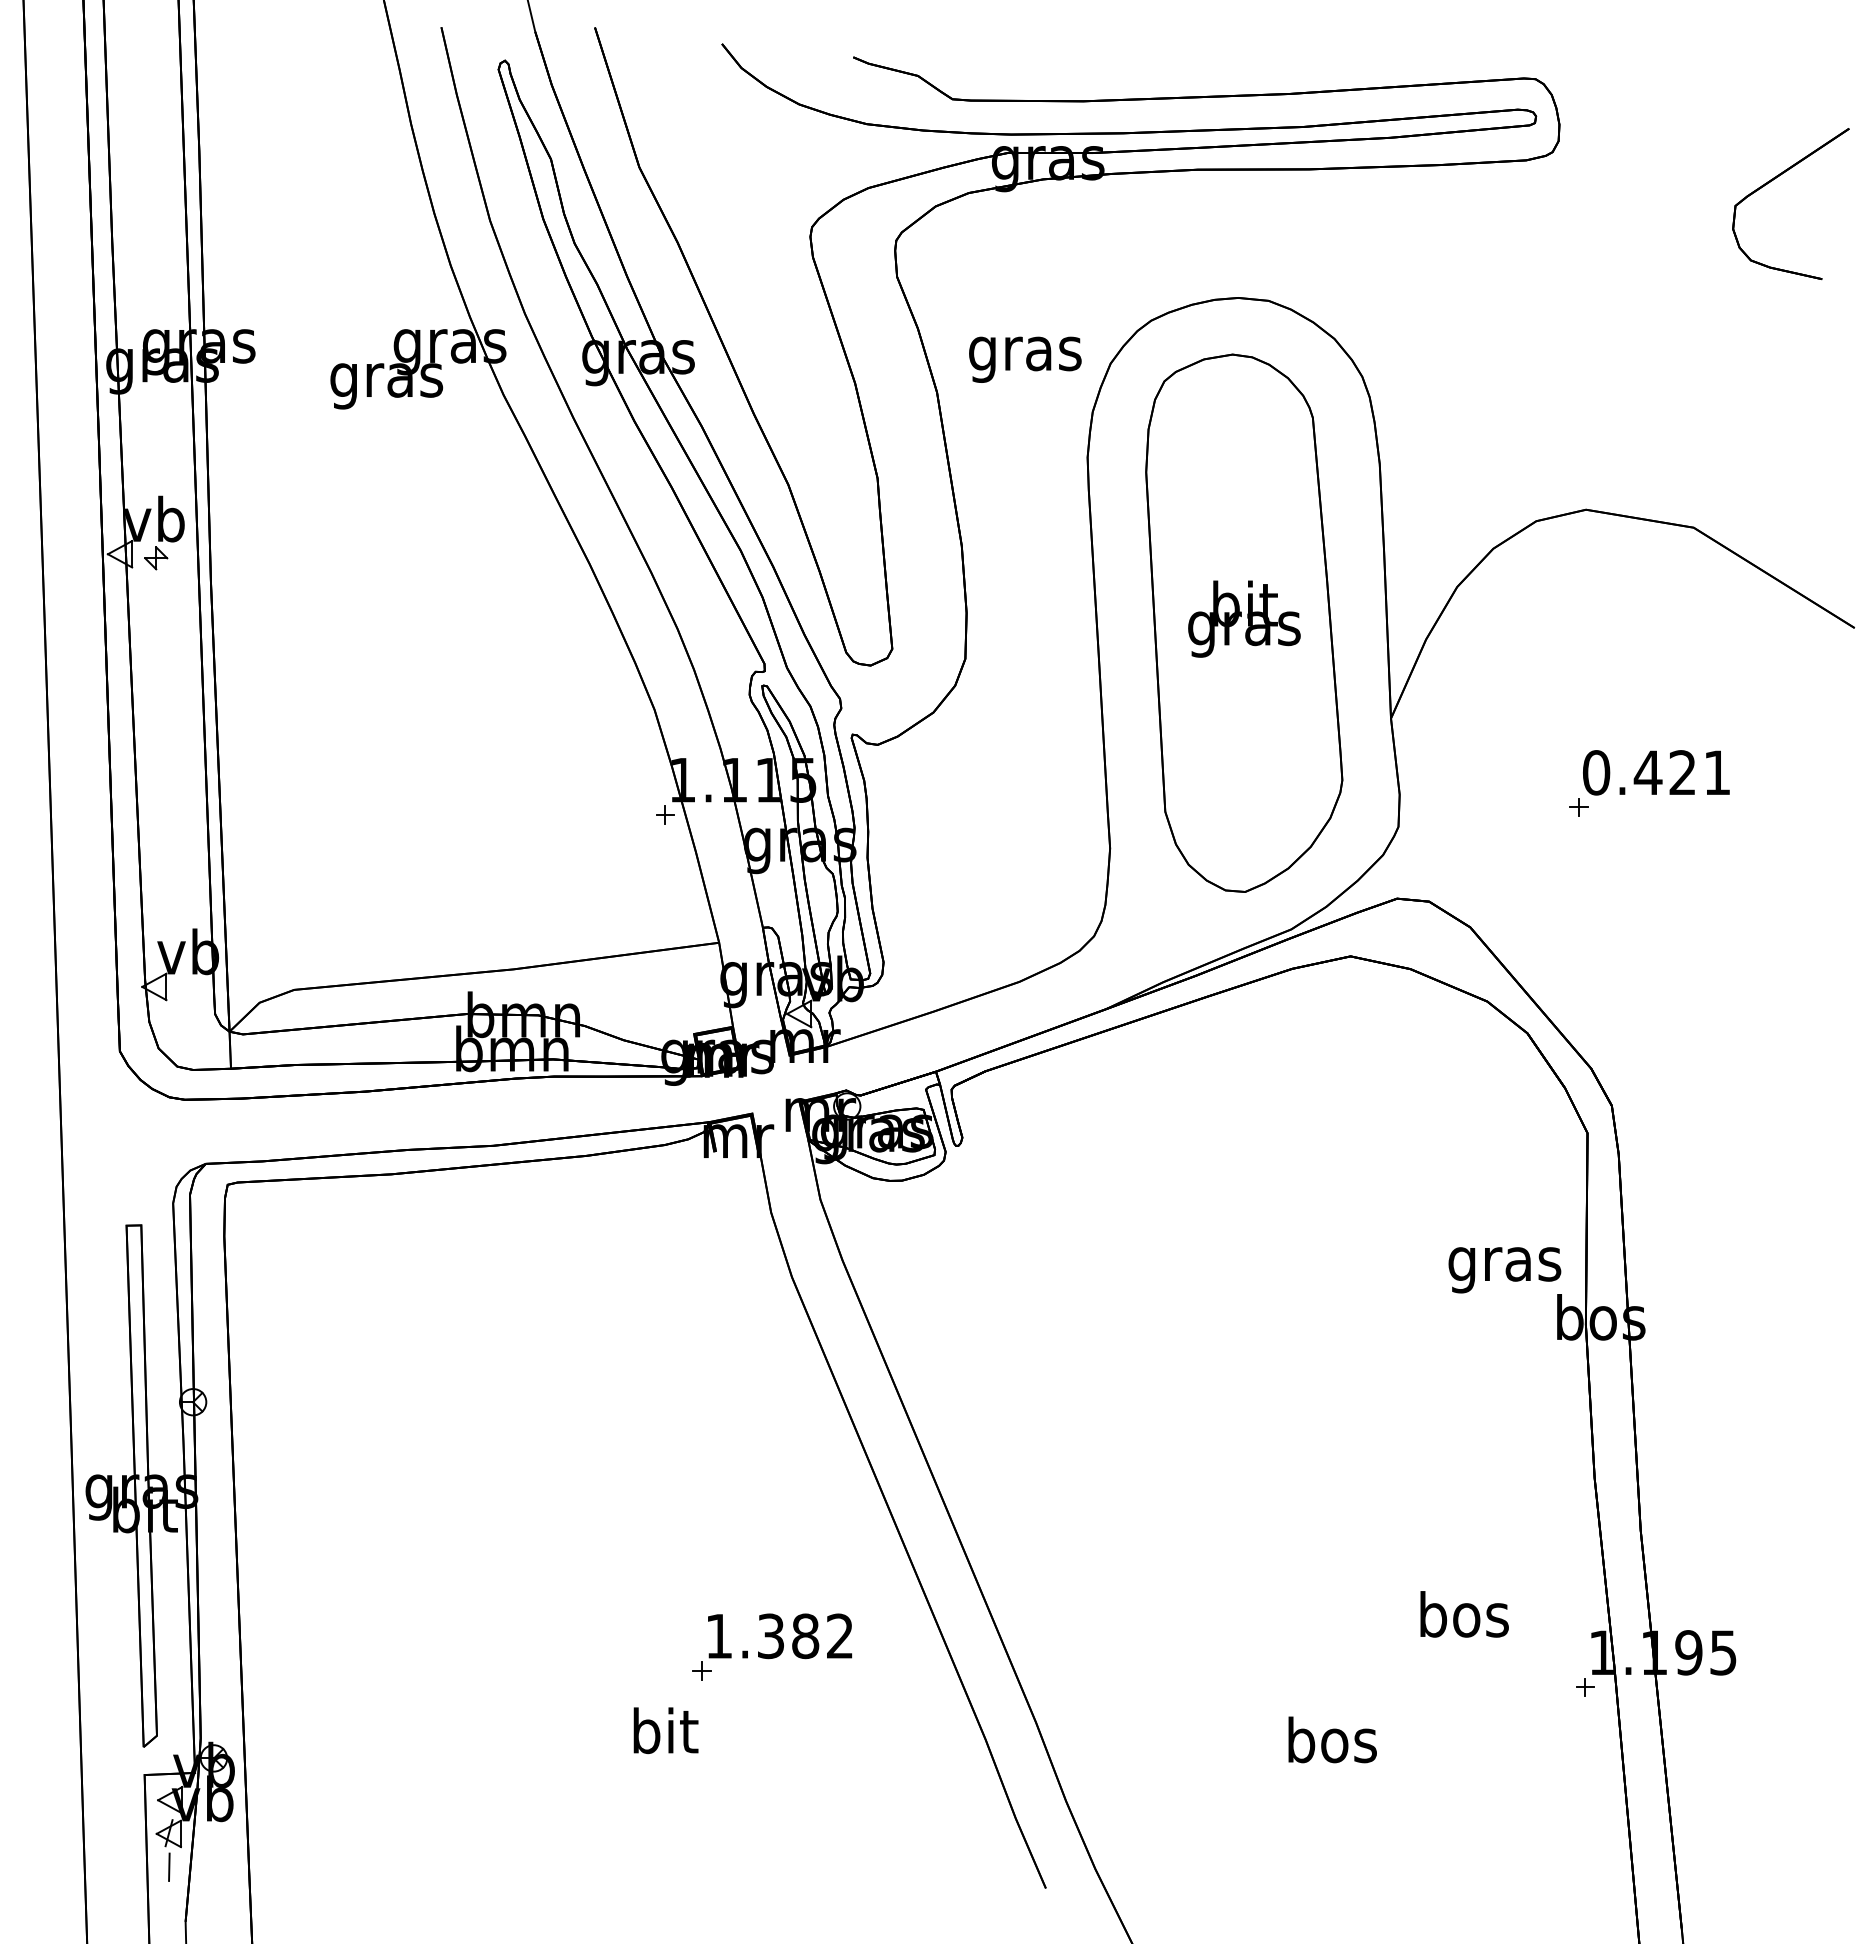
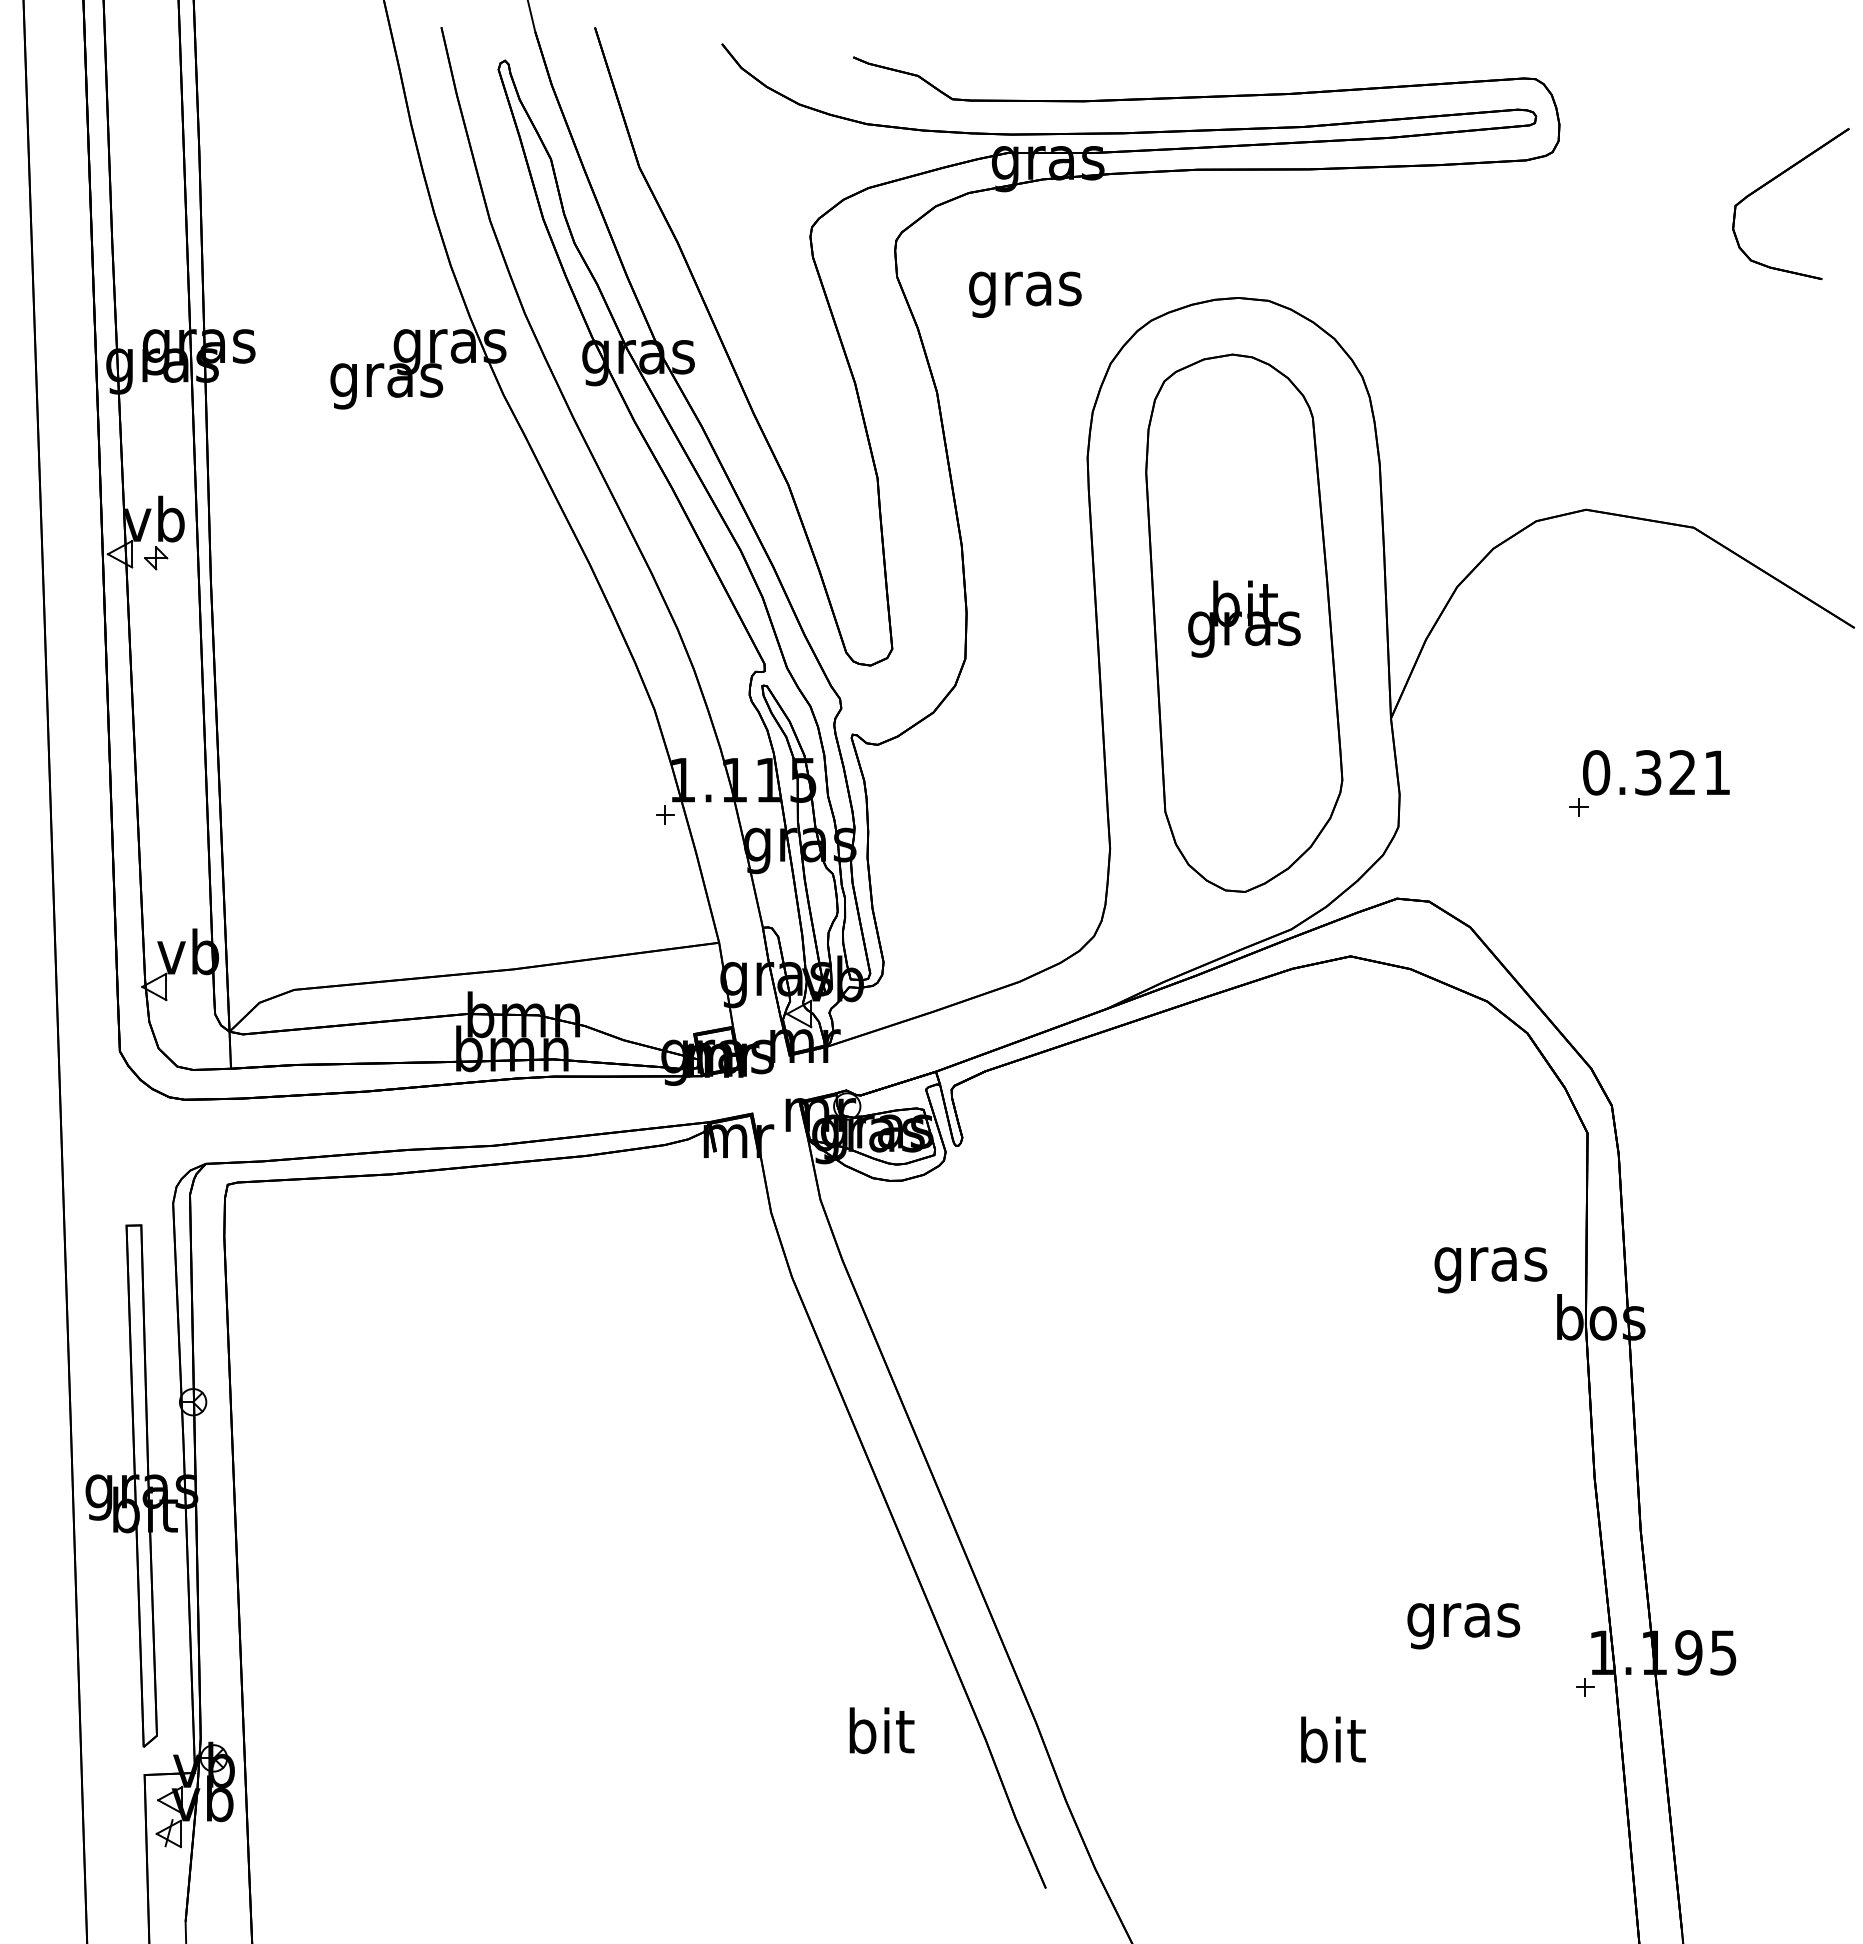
text at (1025, 359) position: (1025, 359) -> (1025, 294)
text at (1647, 772): 0.421 -> 0.321
text at (1504, 1270) position: (1504, 1270) -> (1490, 1270)
text at (1463, 1620): bos -> gras
part at (772, 1646): present -> none
text at (665, 1730) position: (665, 1730) -> (881, 1730)
text at (1332, 1739): bos -> bit
line at (169, 1866): present -> none
